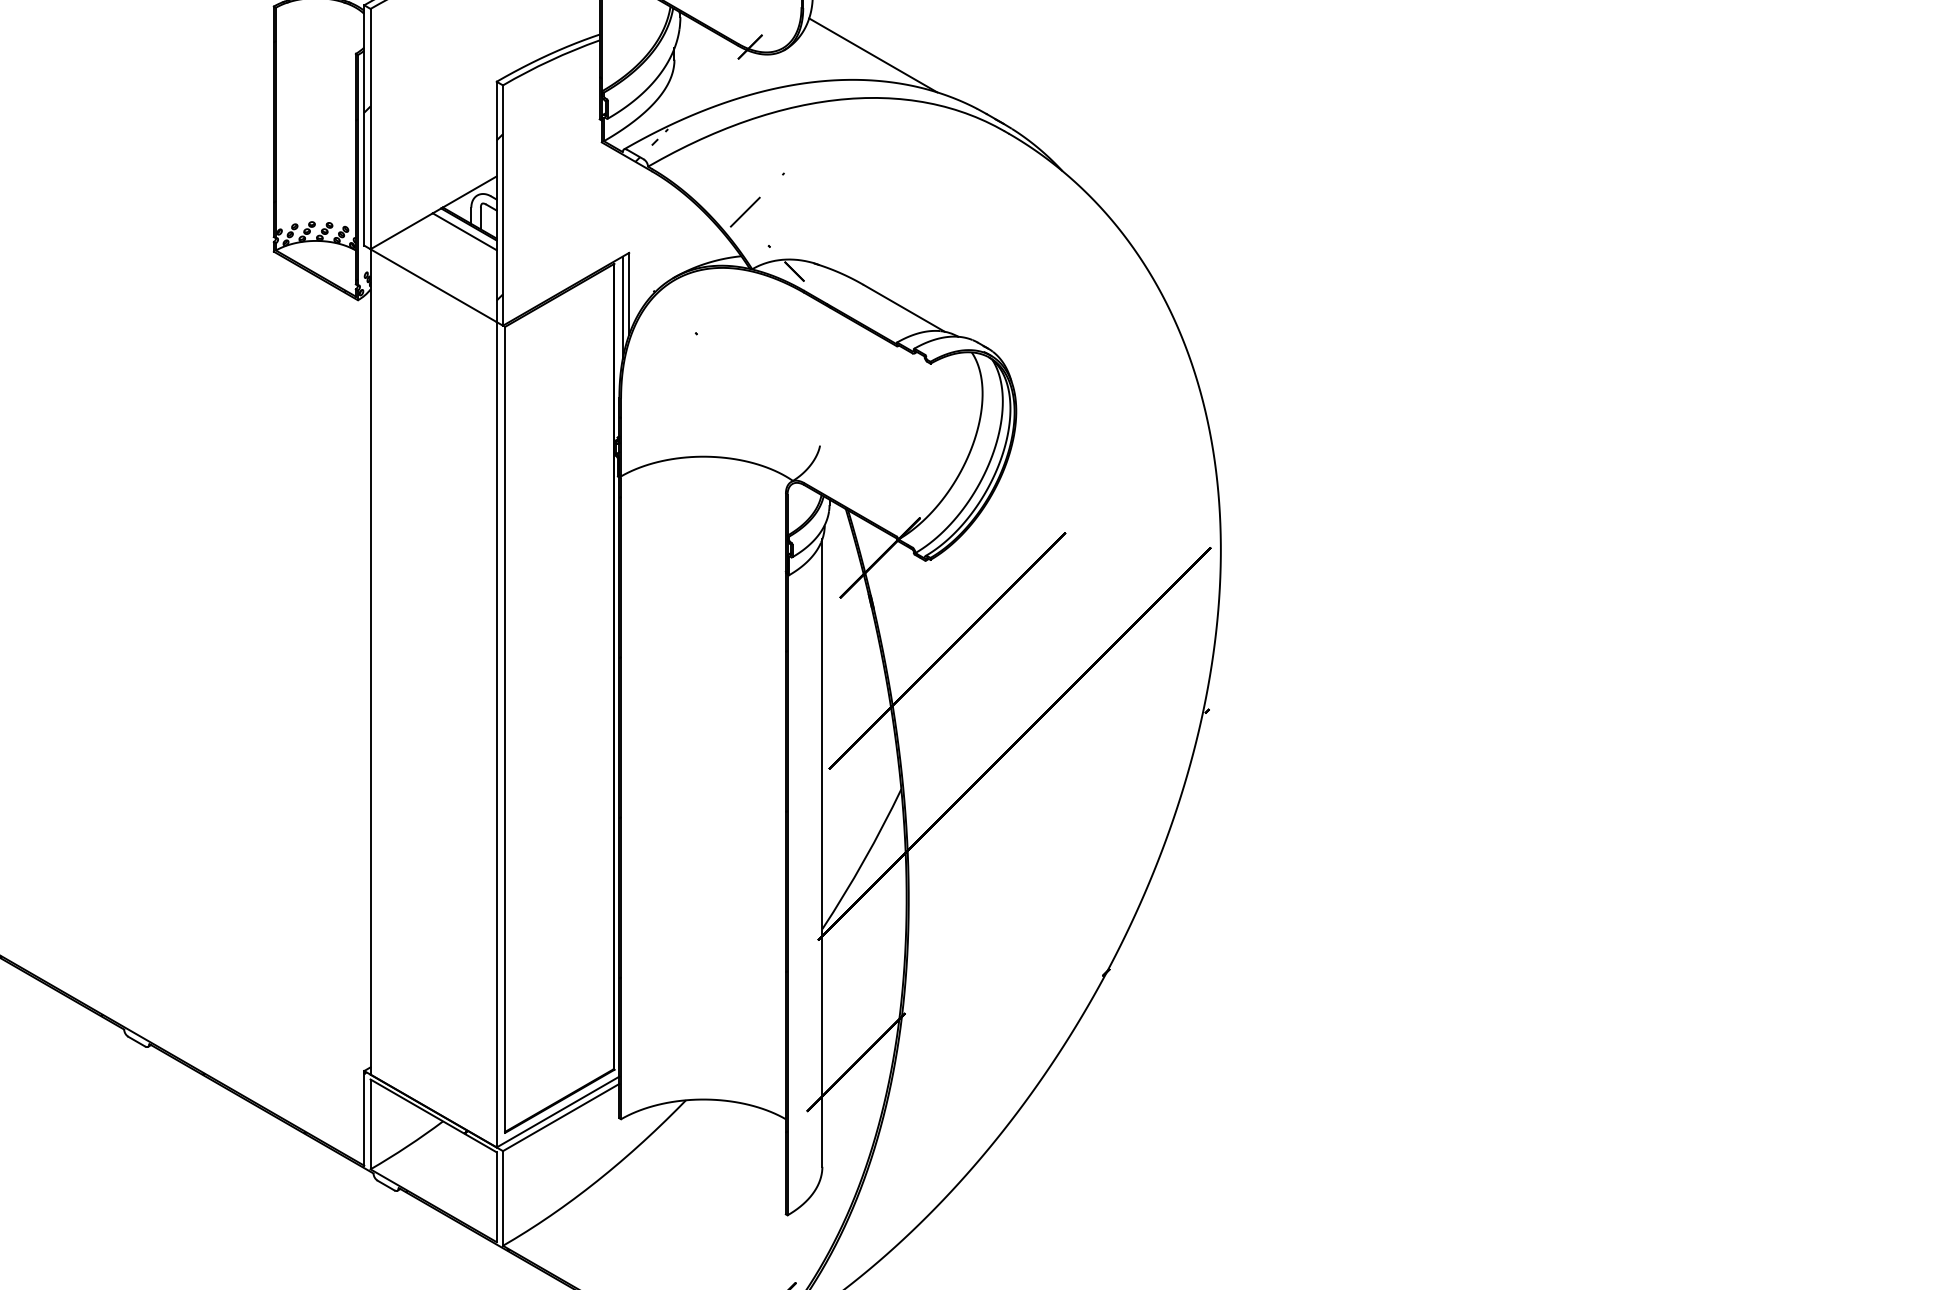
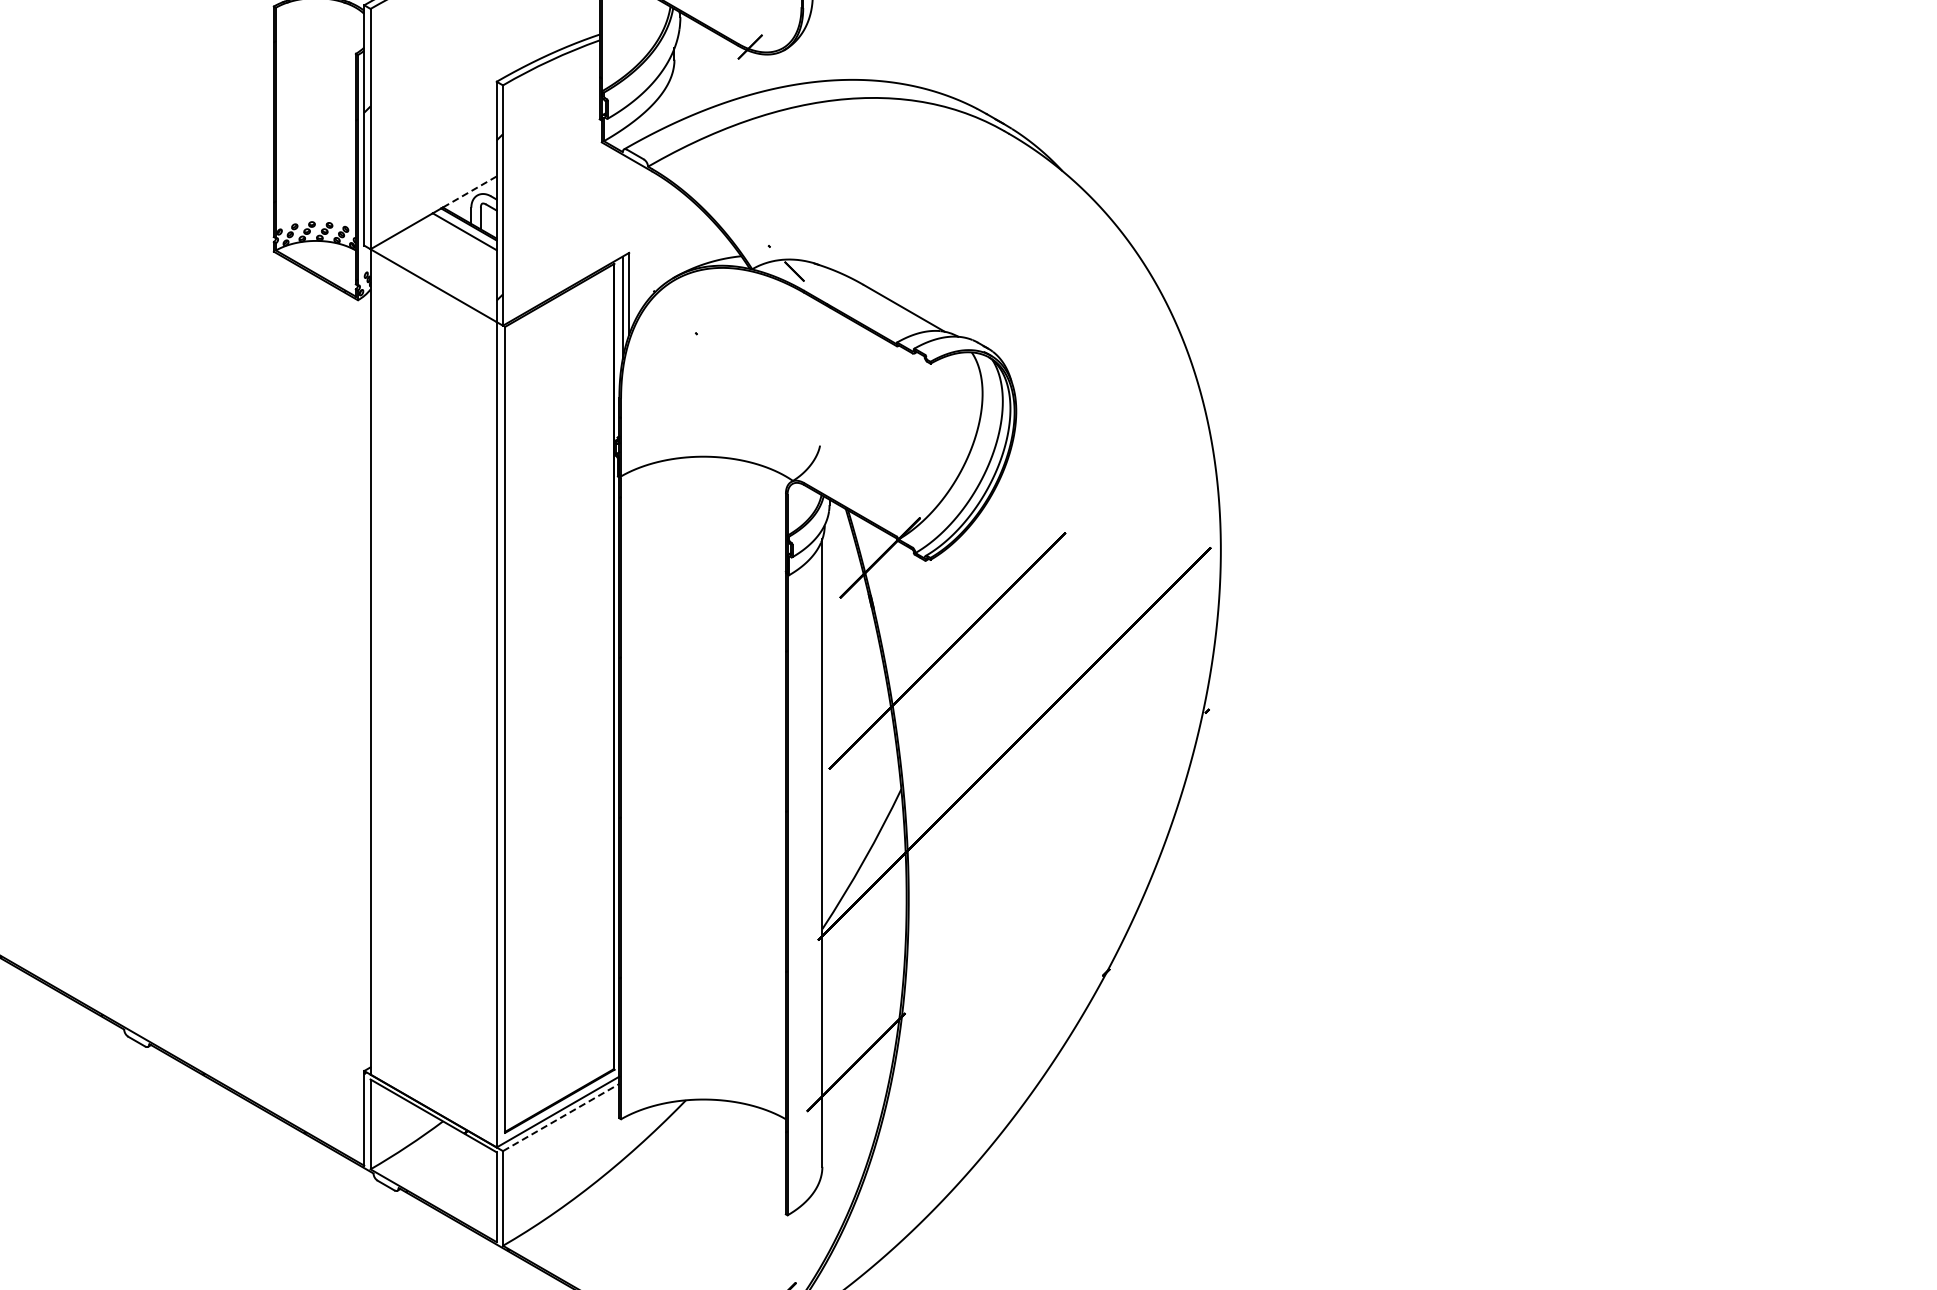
line at (873, 55): present -> none
hatch at (709, 178): present -> none
line at (469, 192): solid -> dashed
line at (561, 1117): solid -> dashed
